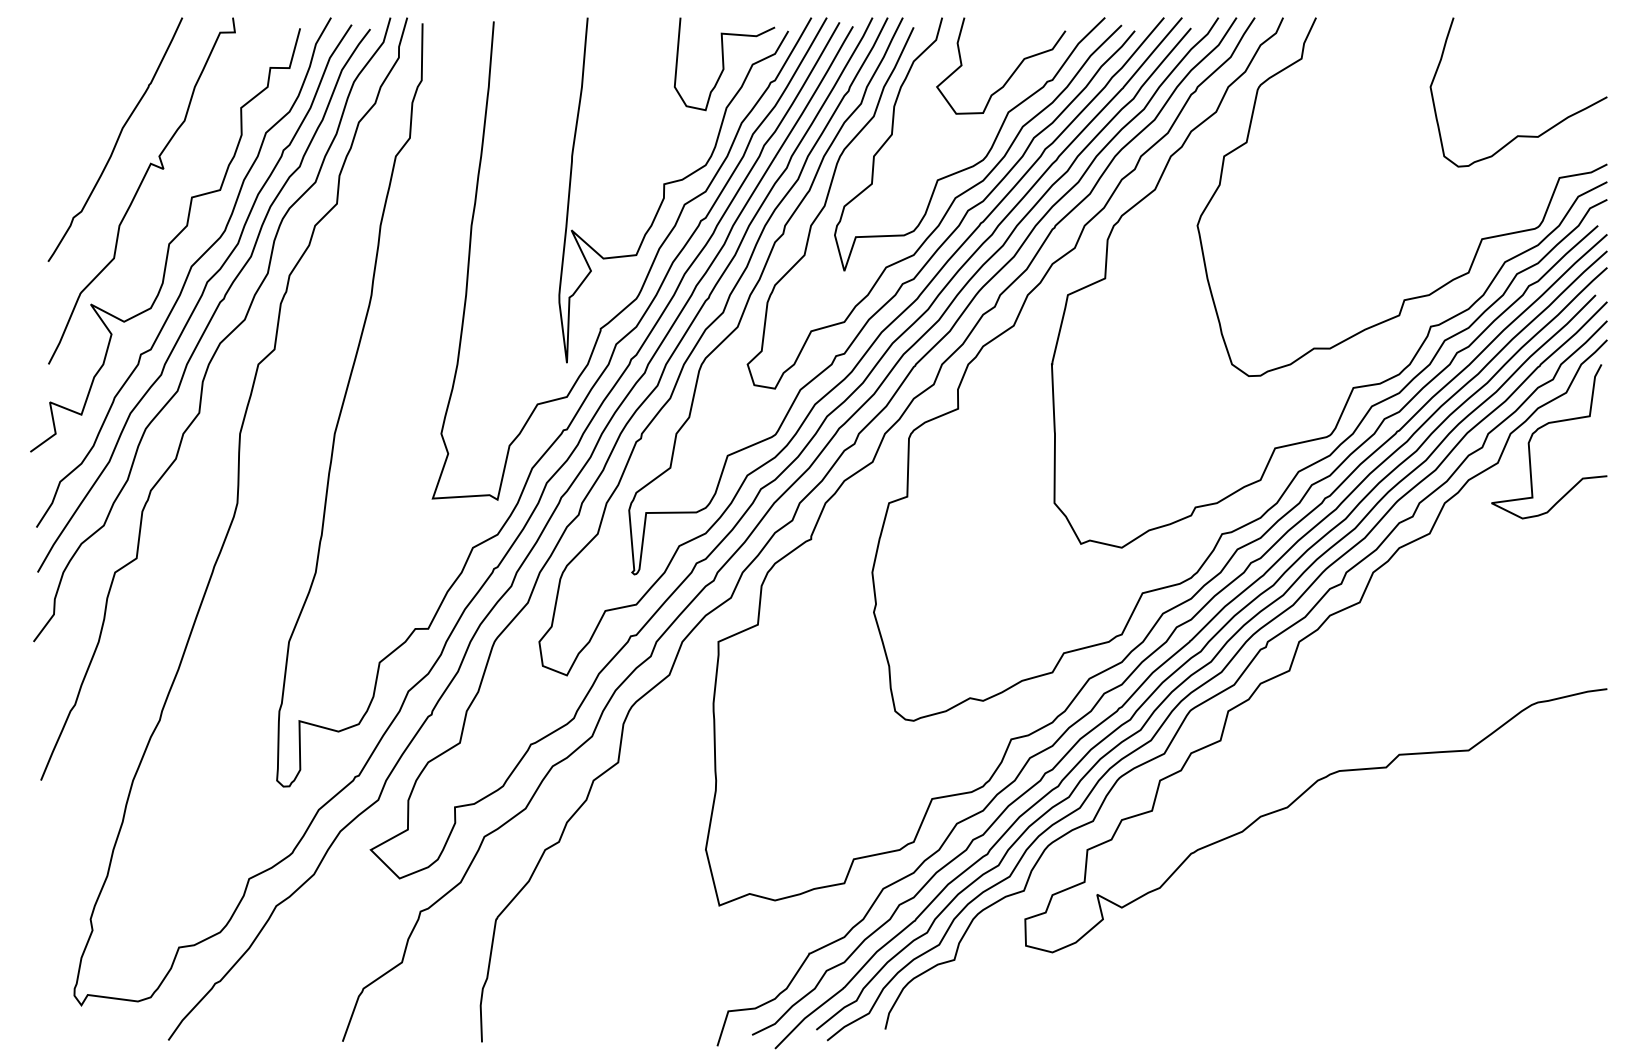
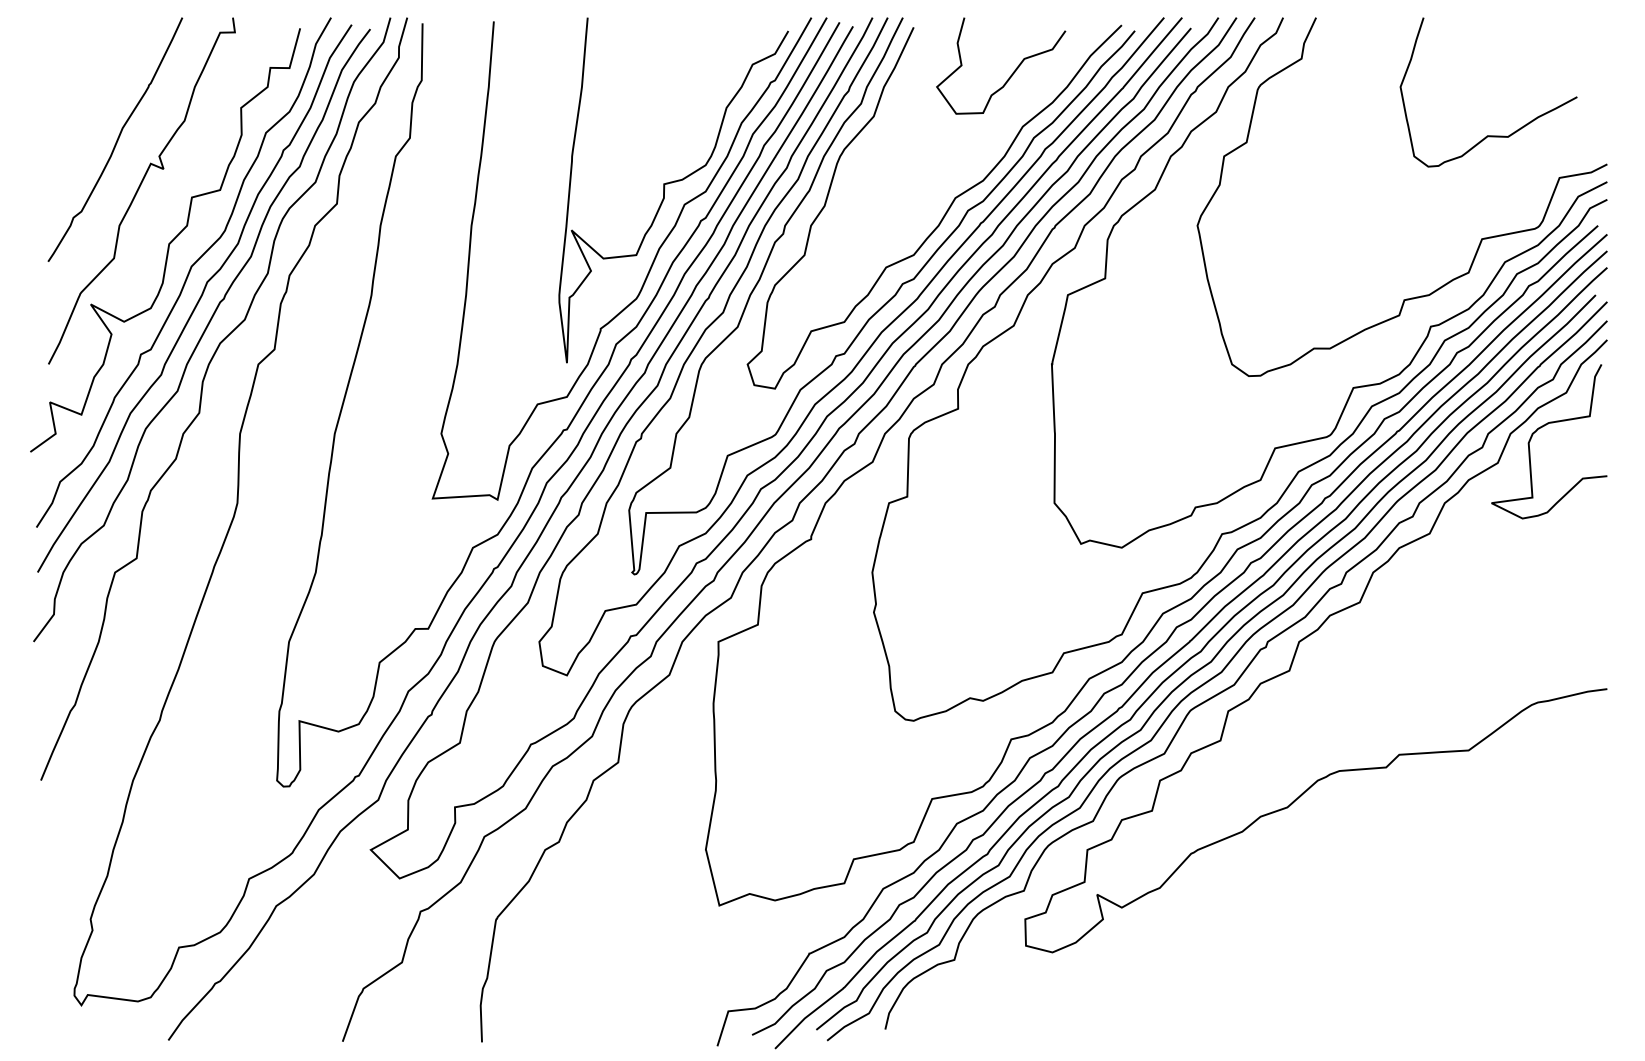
curve at (724, 64): present -> none
curve at (1518, 135) position: (1518, 135) -> (1488, 135)
curve at (978, 161): present -> none
